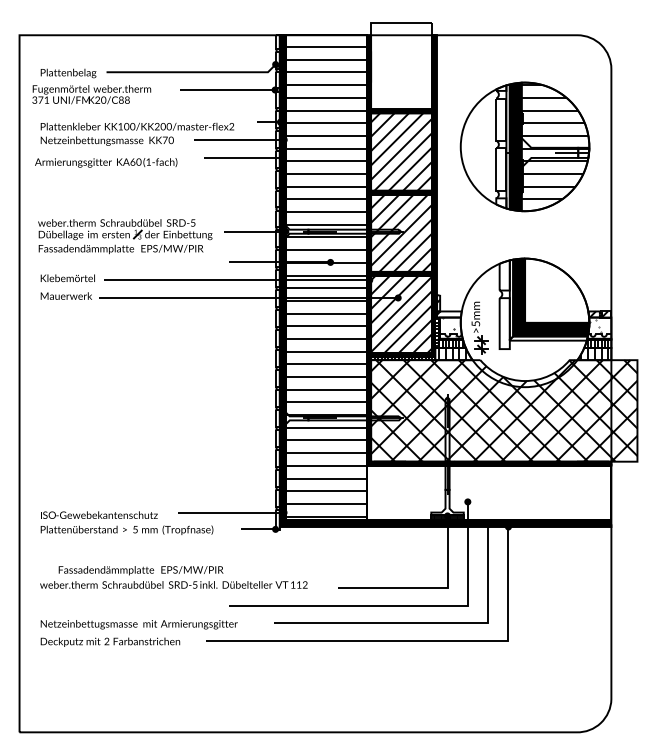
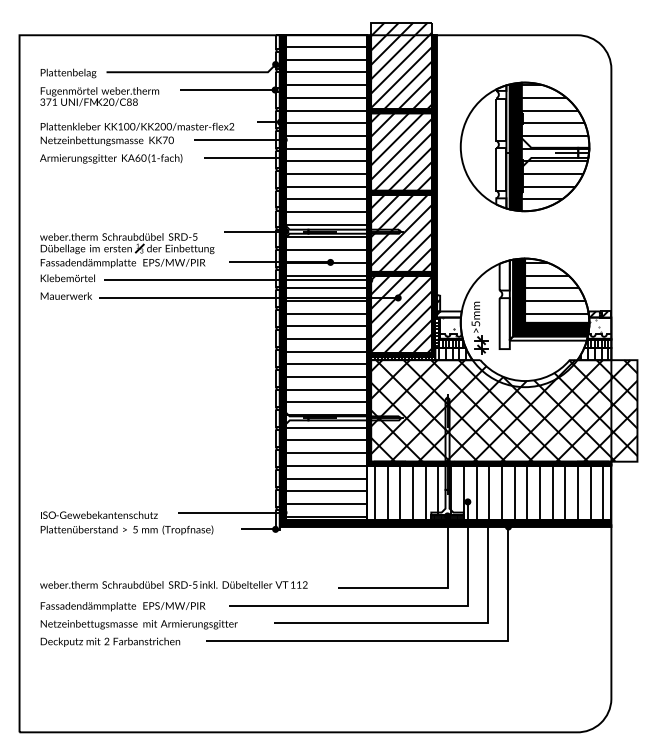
hatch at (401, 65): none -> present
text at (91, 94) position: (91, 94) -> (99, 96)
text at (106, 162) position: (106, 162) -> (111, 158)
part at (125, 236) position: (125, 236) -> (127, 250)
hatch at (556, 287): none -> present
hatch at (489, 492): none -> present
text at (140, 570) position: (140, 570) -> (122, 606)
